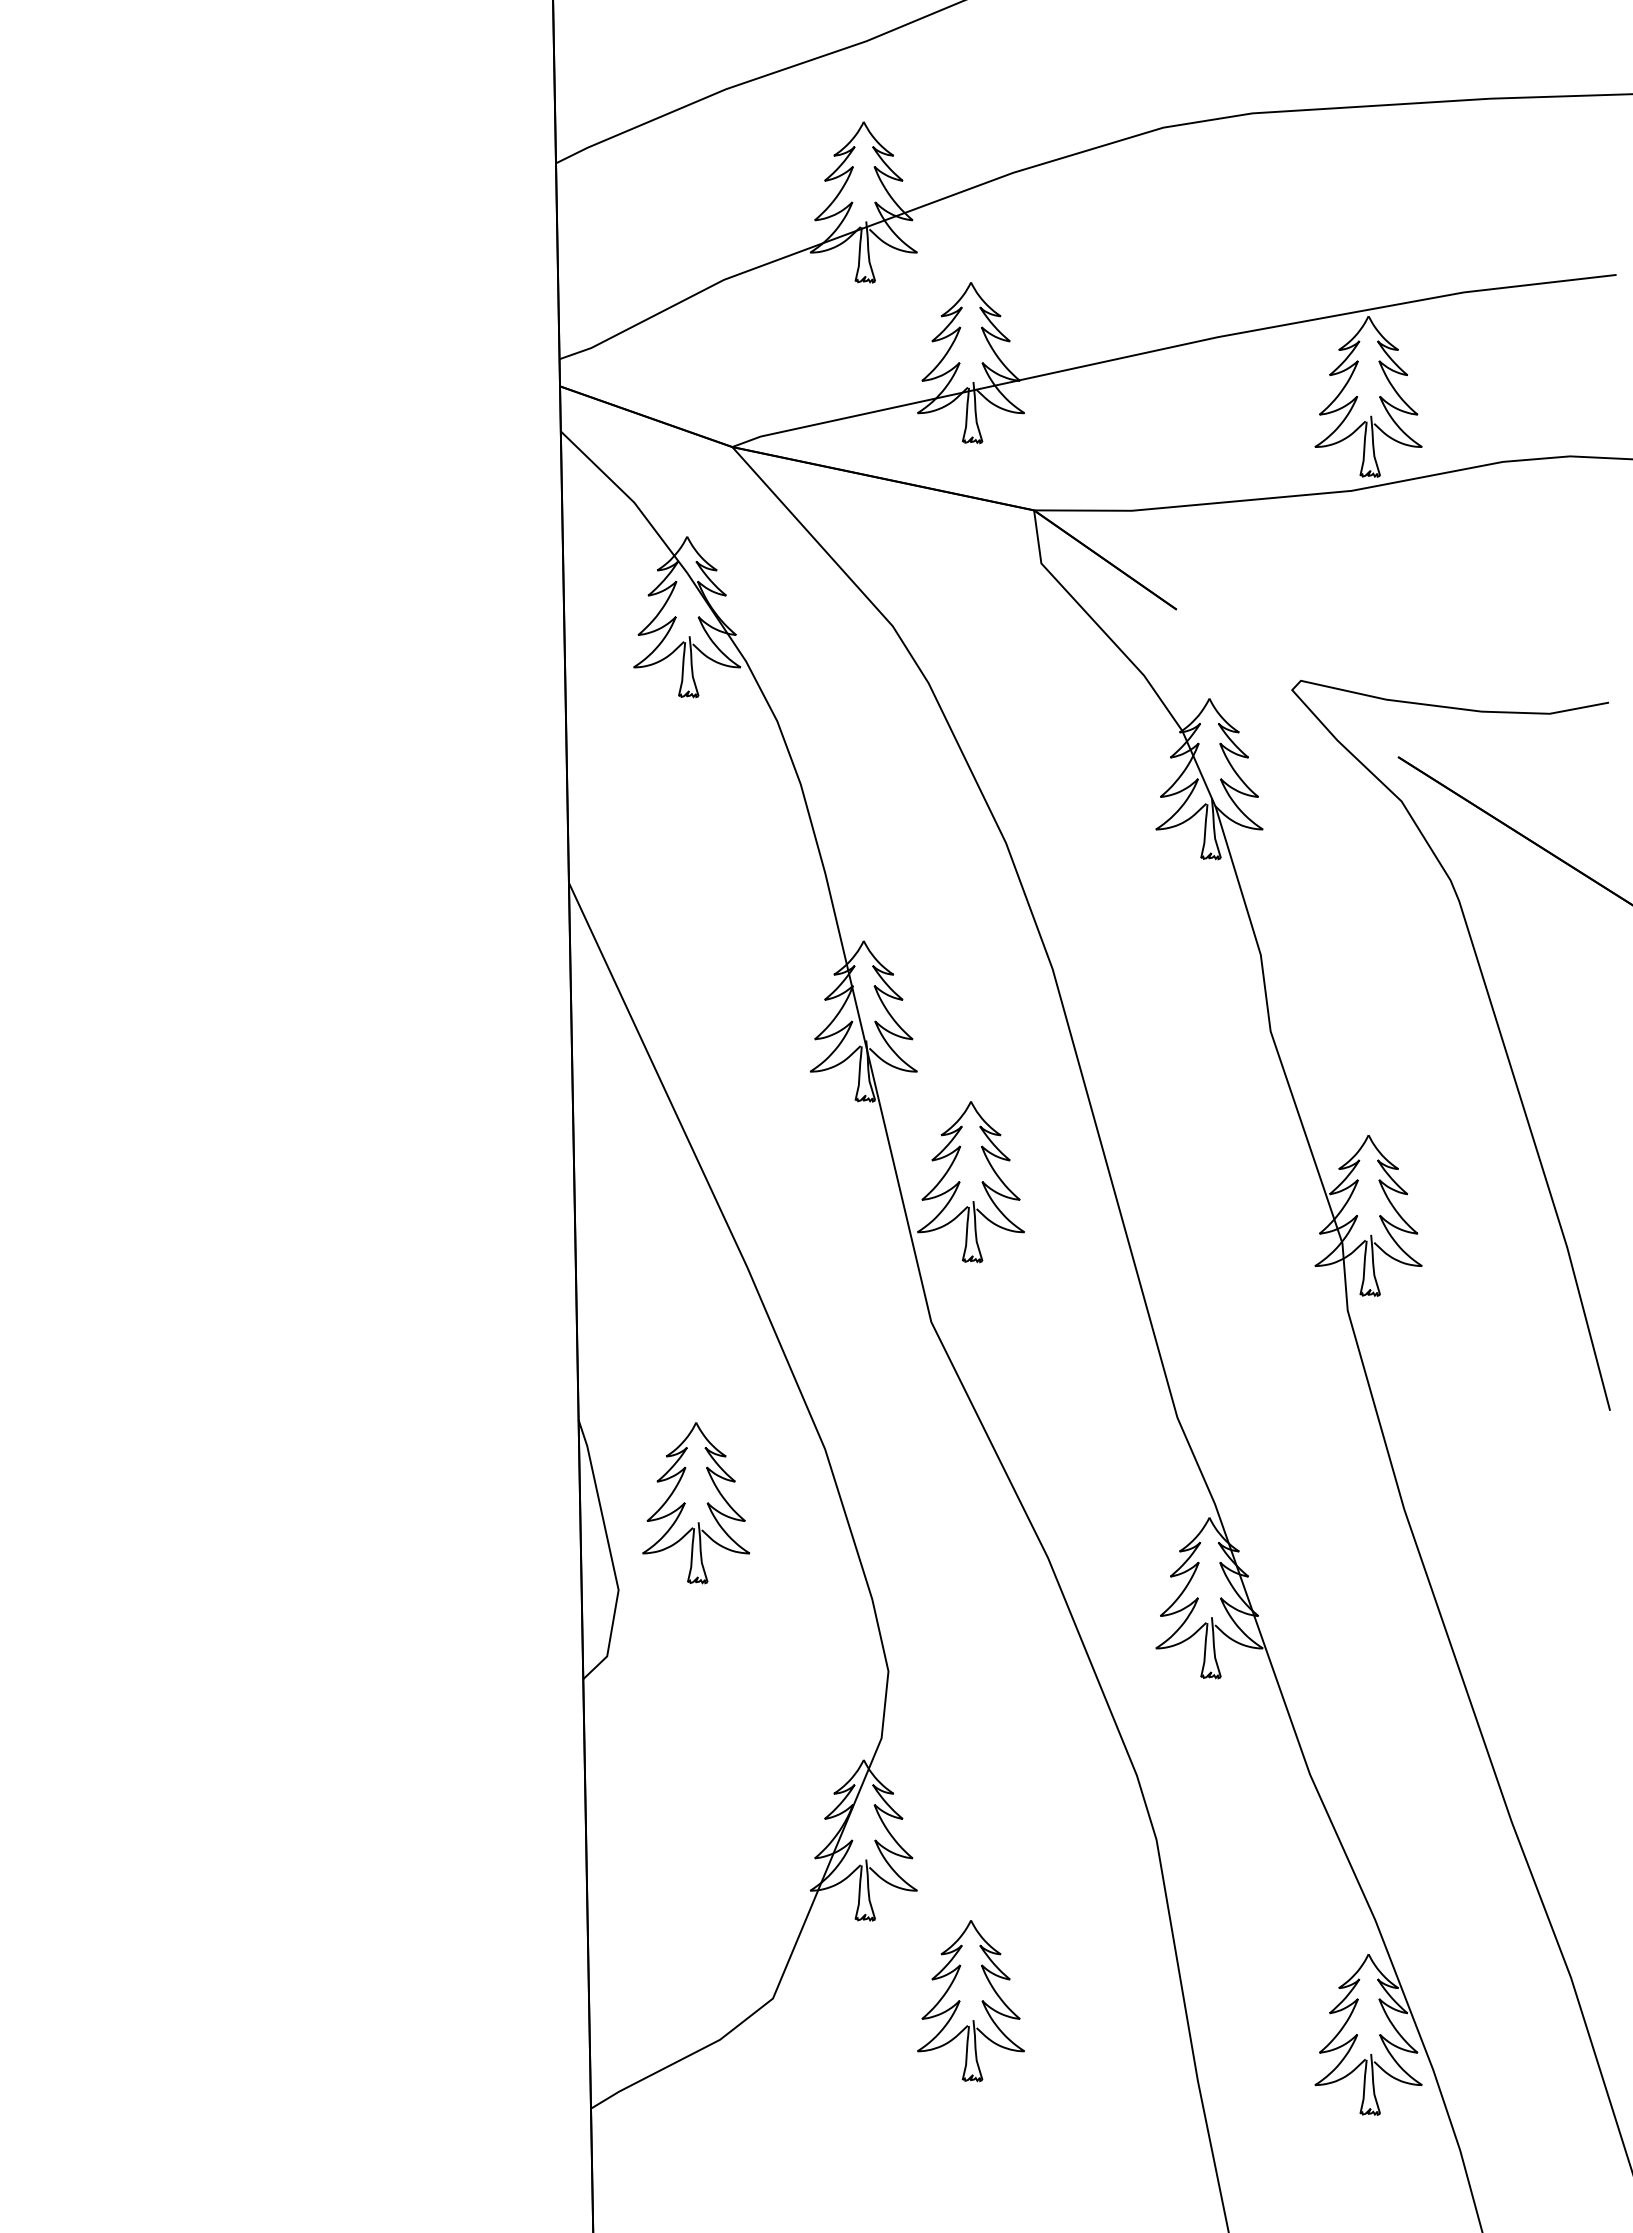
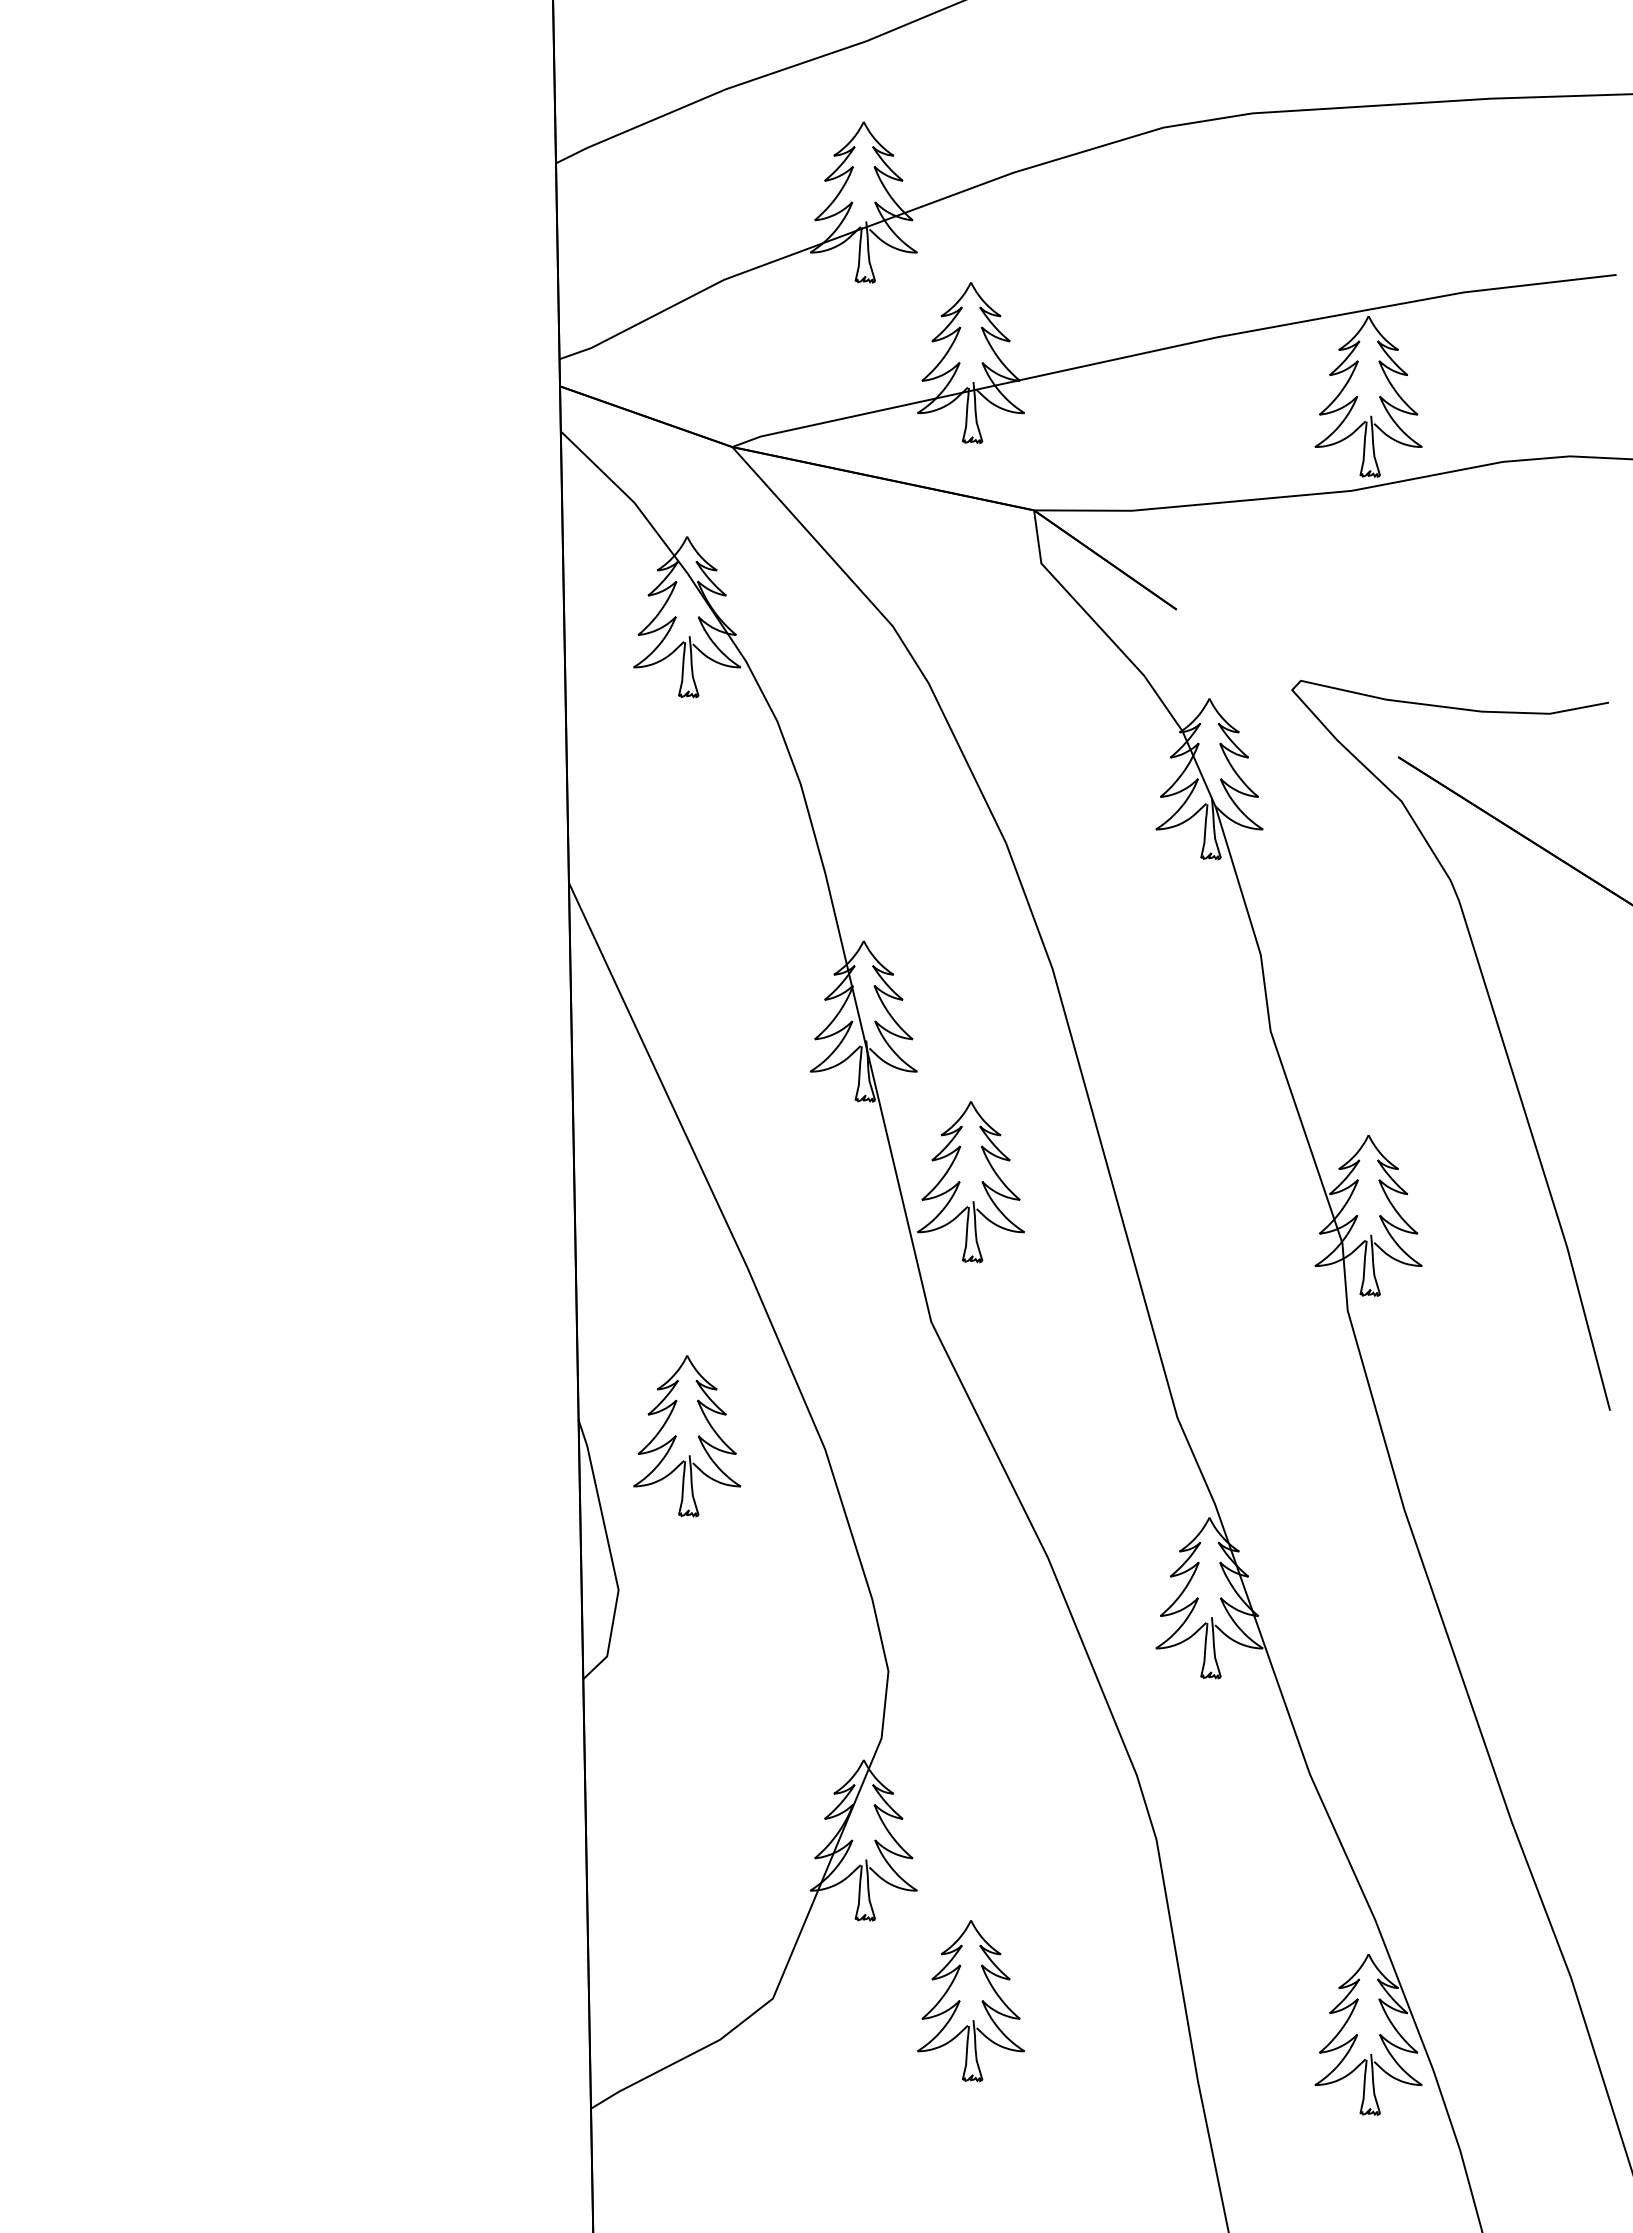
part at (696, 1503) position: (696, 1503) -> (687, 1436)
